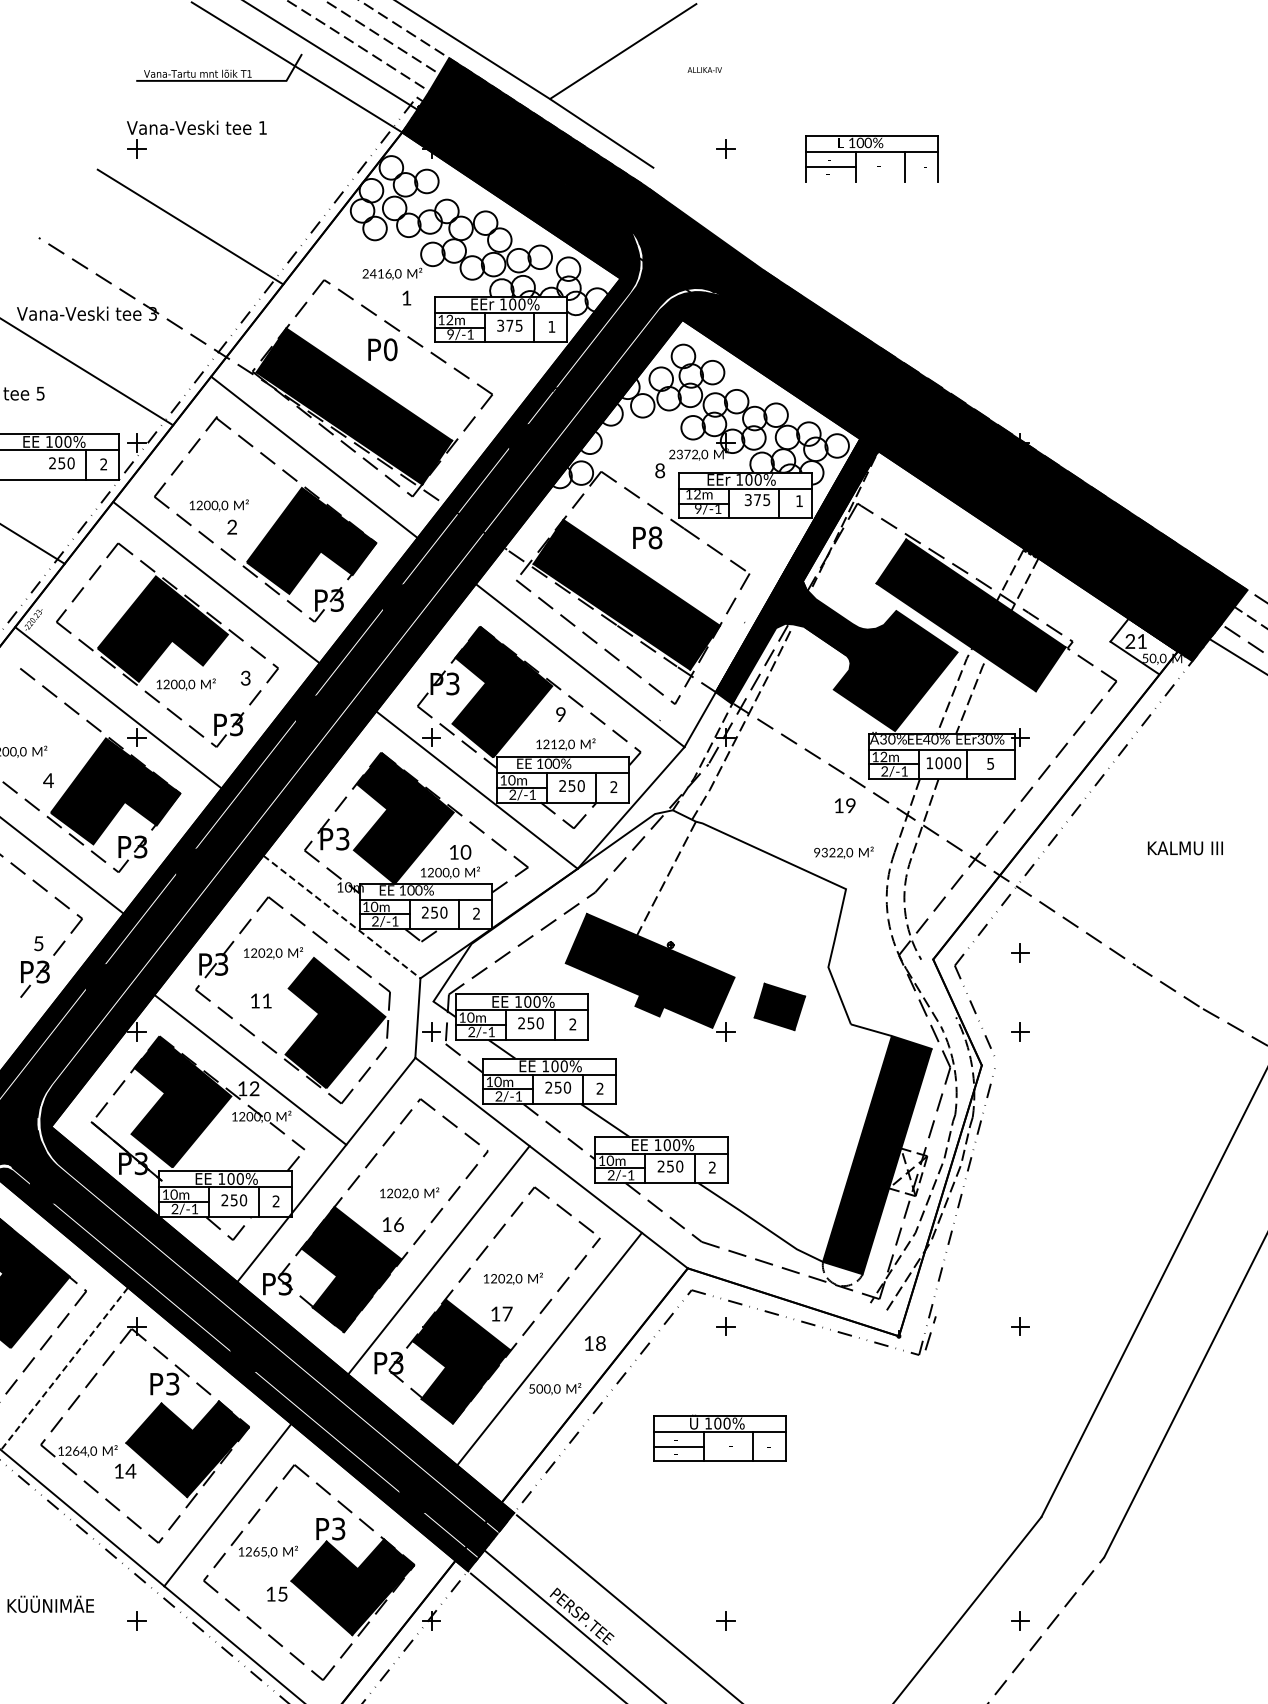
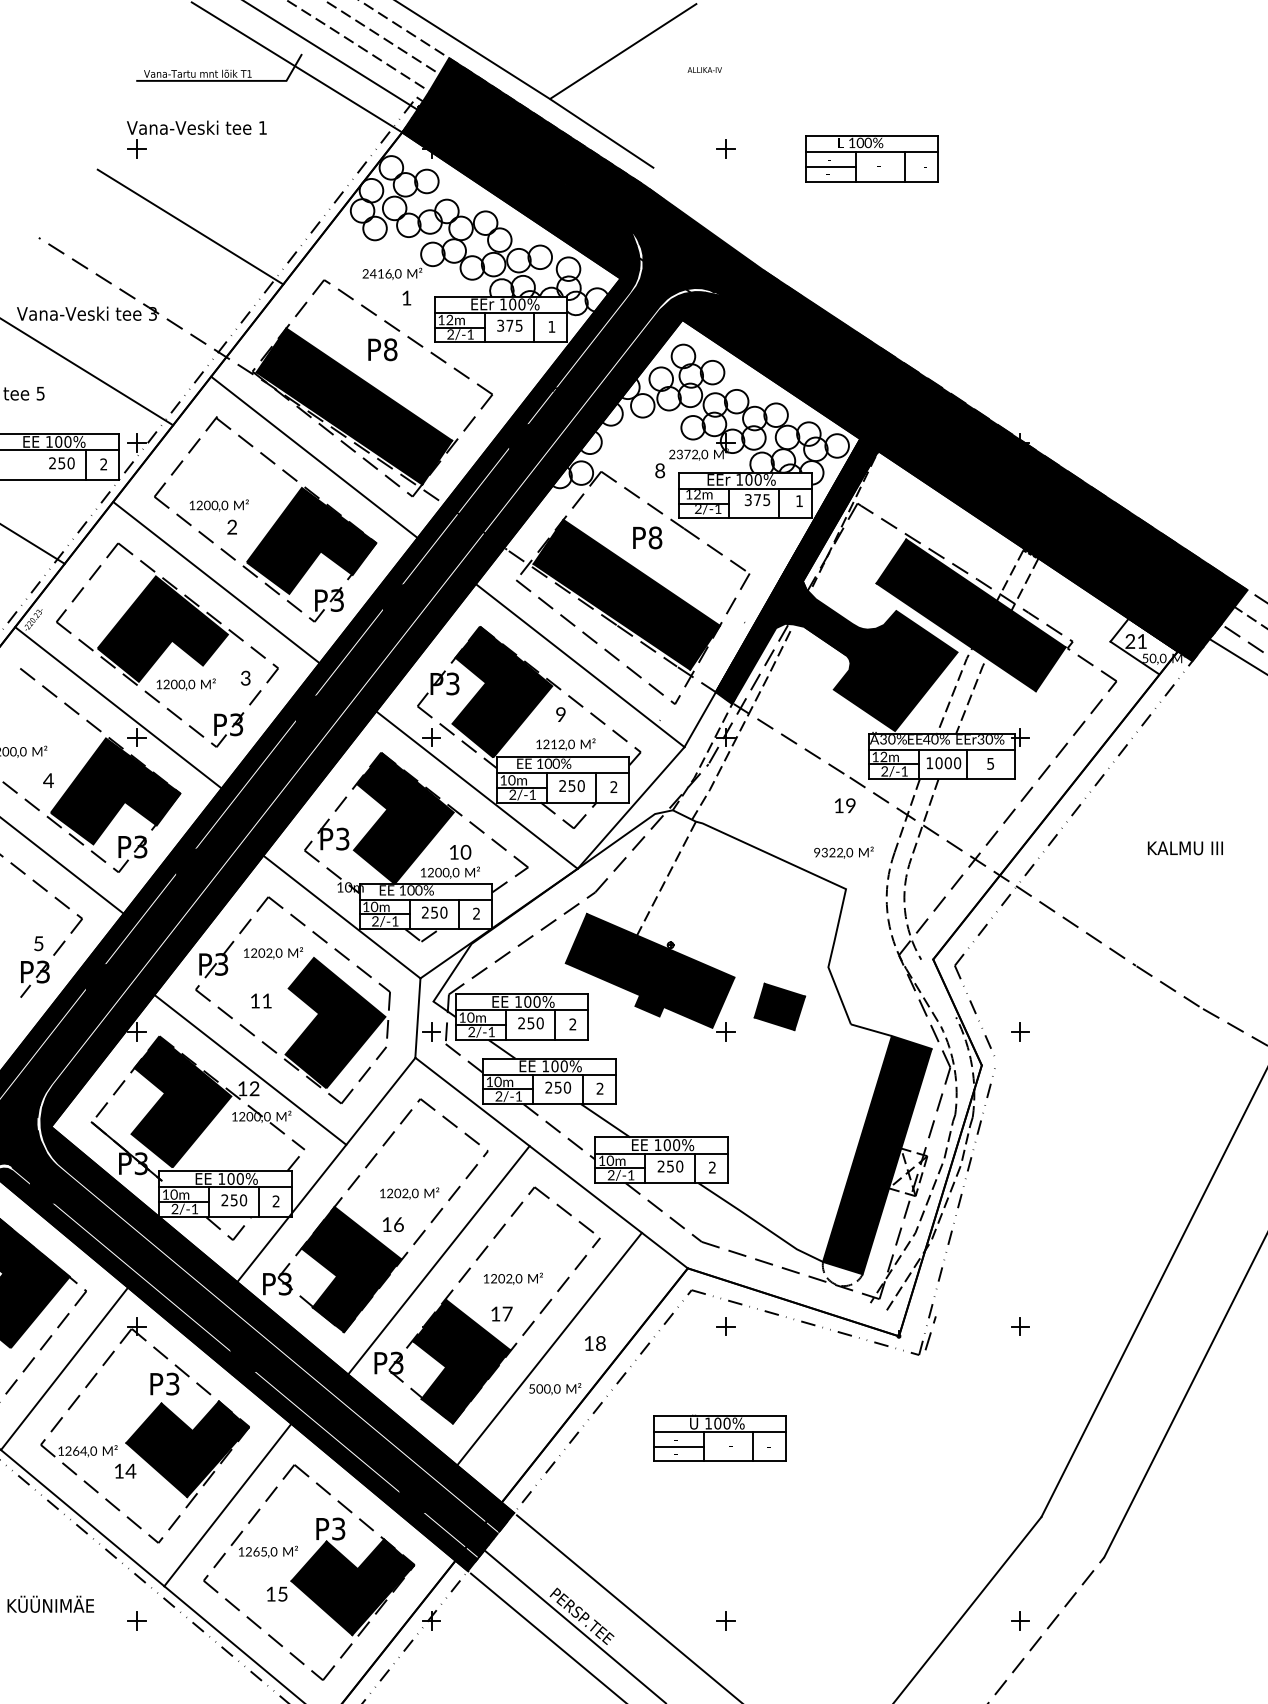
line at (871, 181): none -> present
text at (450, 335): 9 -> 2
text at (390, 349): P0 -> P8
text at (697, 509): 9 -> 2
line at (341, 917): dashed -> solid
part at (1020, 952): present -> none
line at (64, 1369): dashed -> solid
